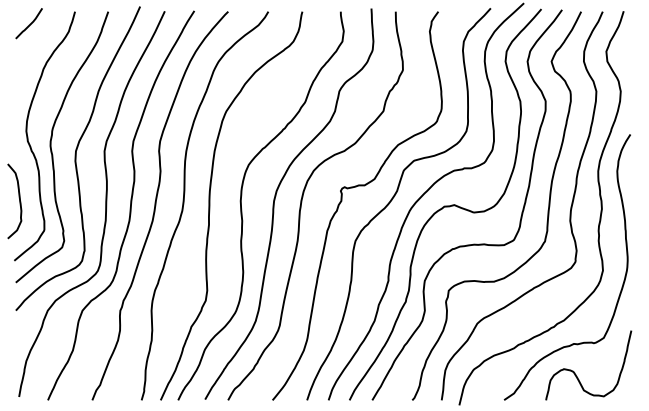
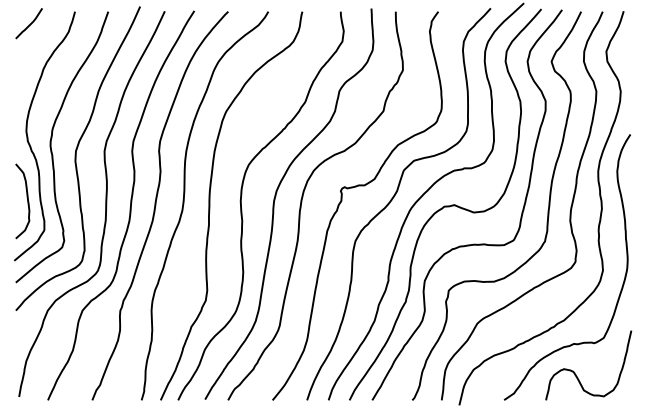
curve at (19, 201) position: (19, 201) -> (27, 201)
